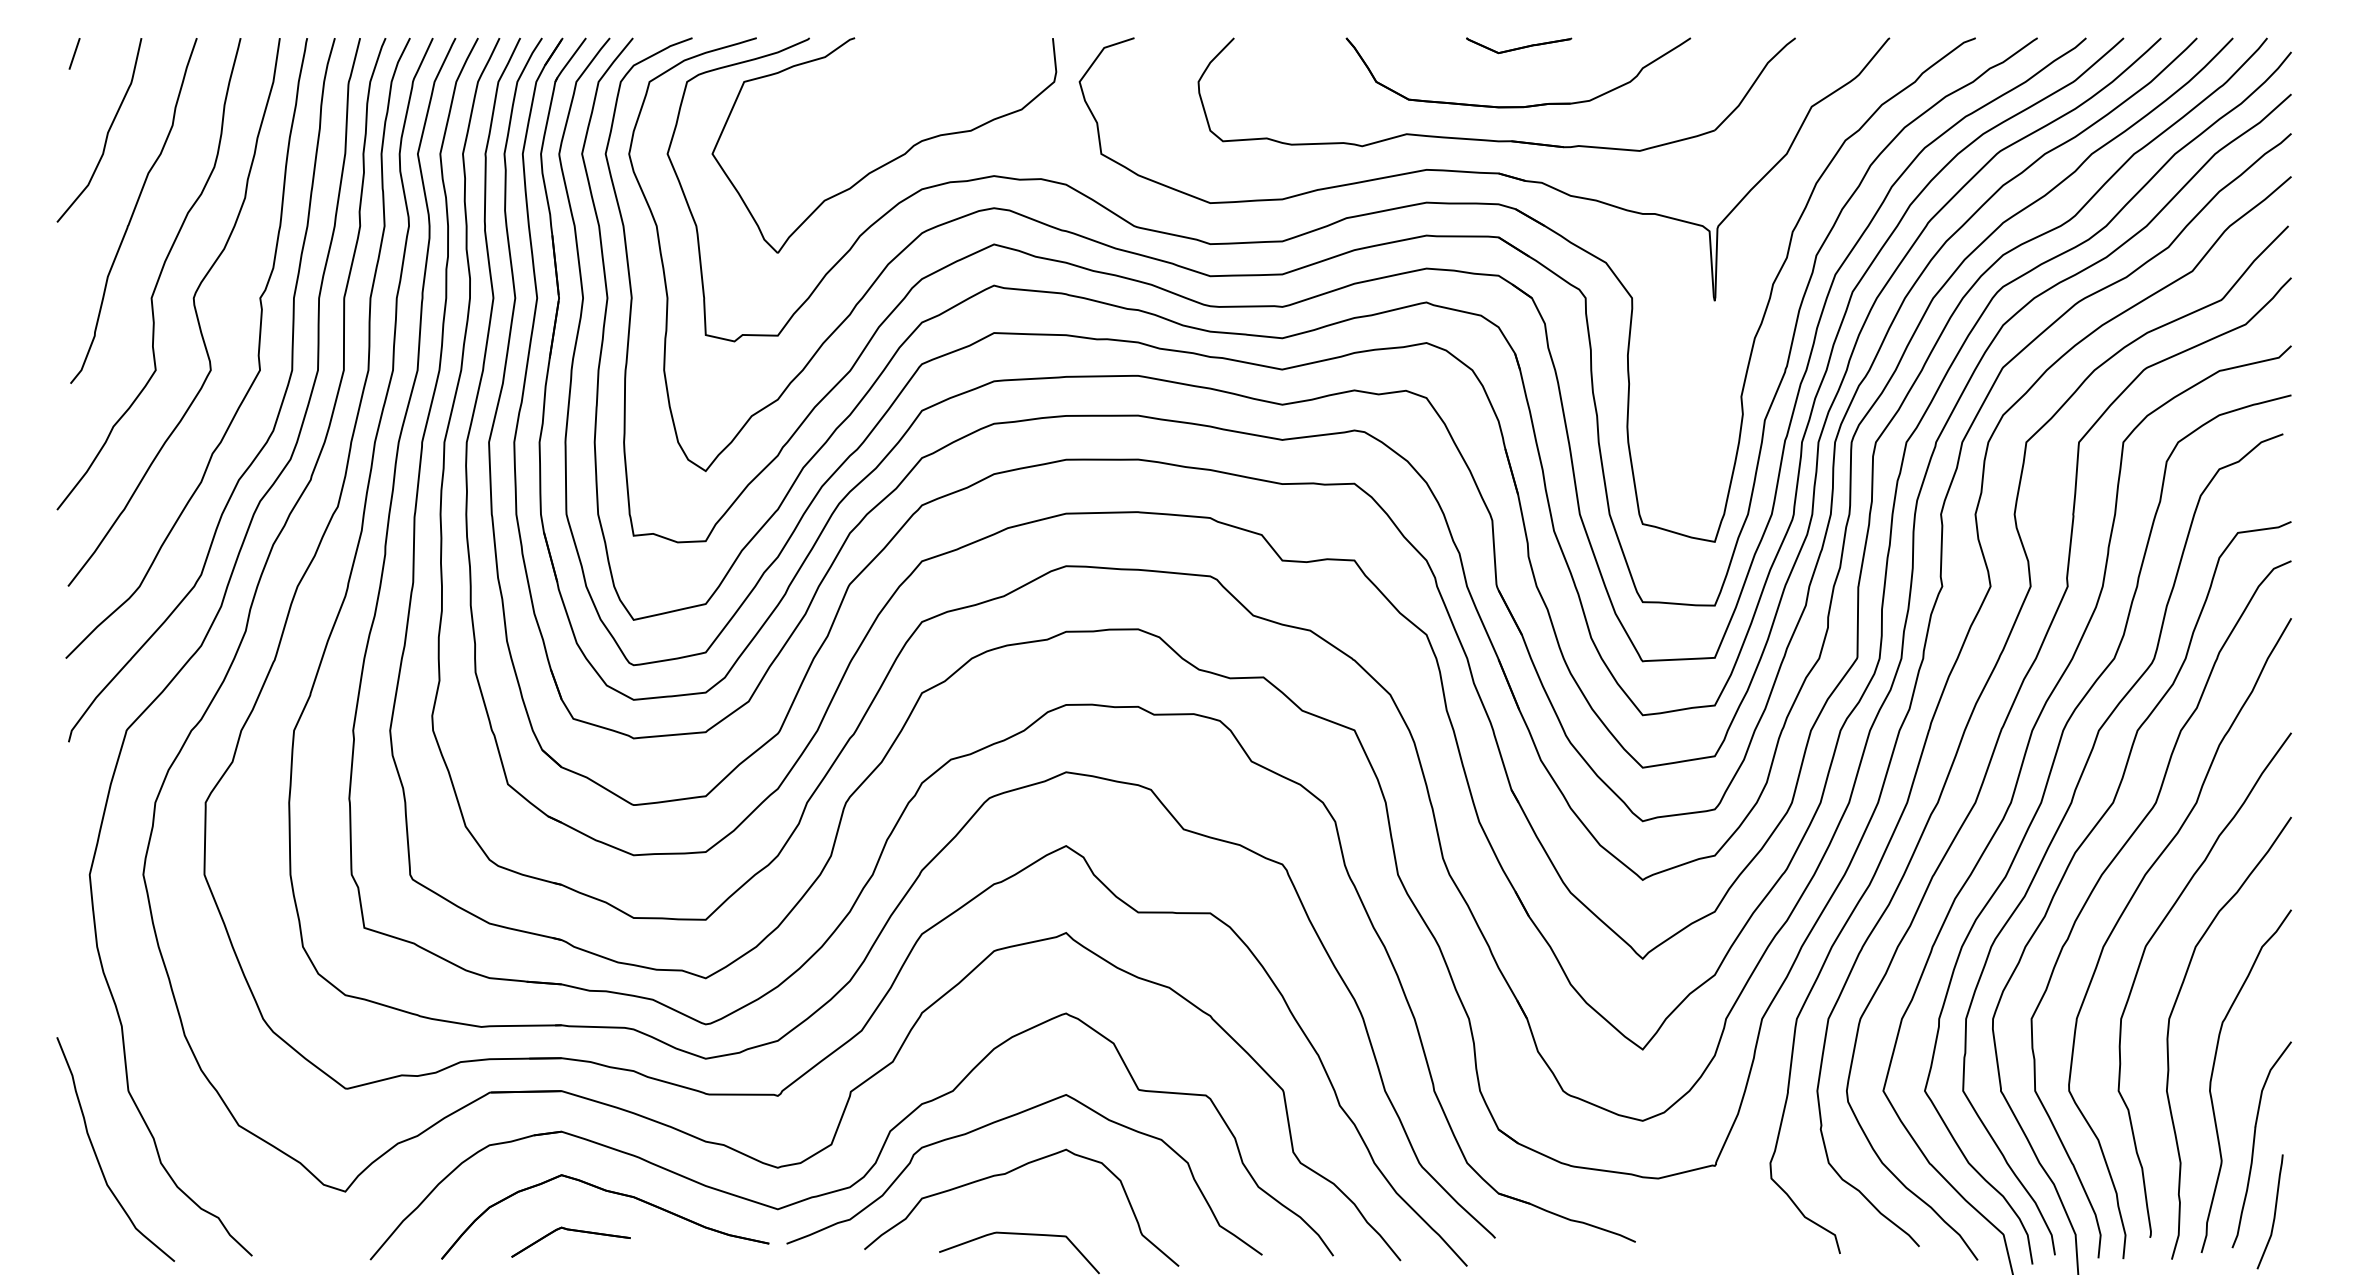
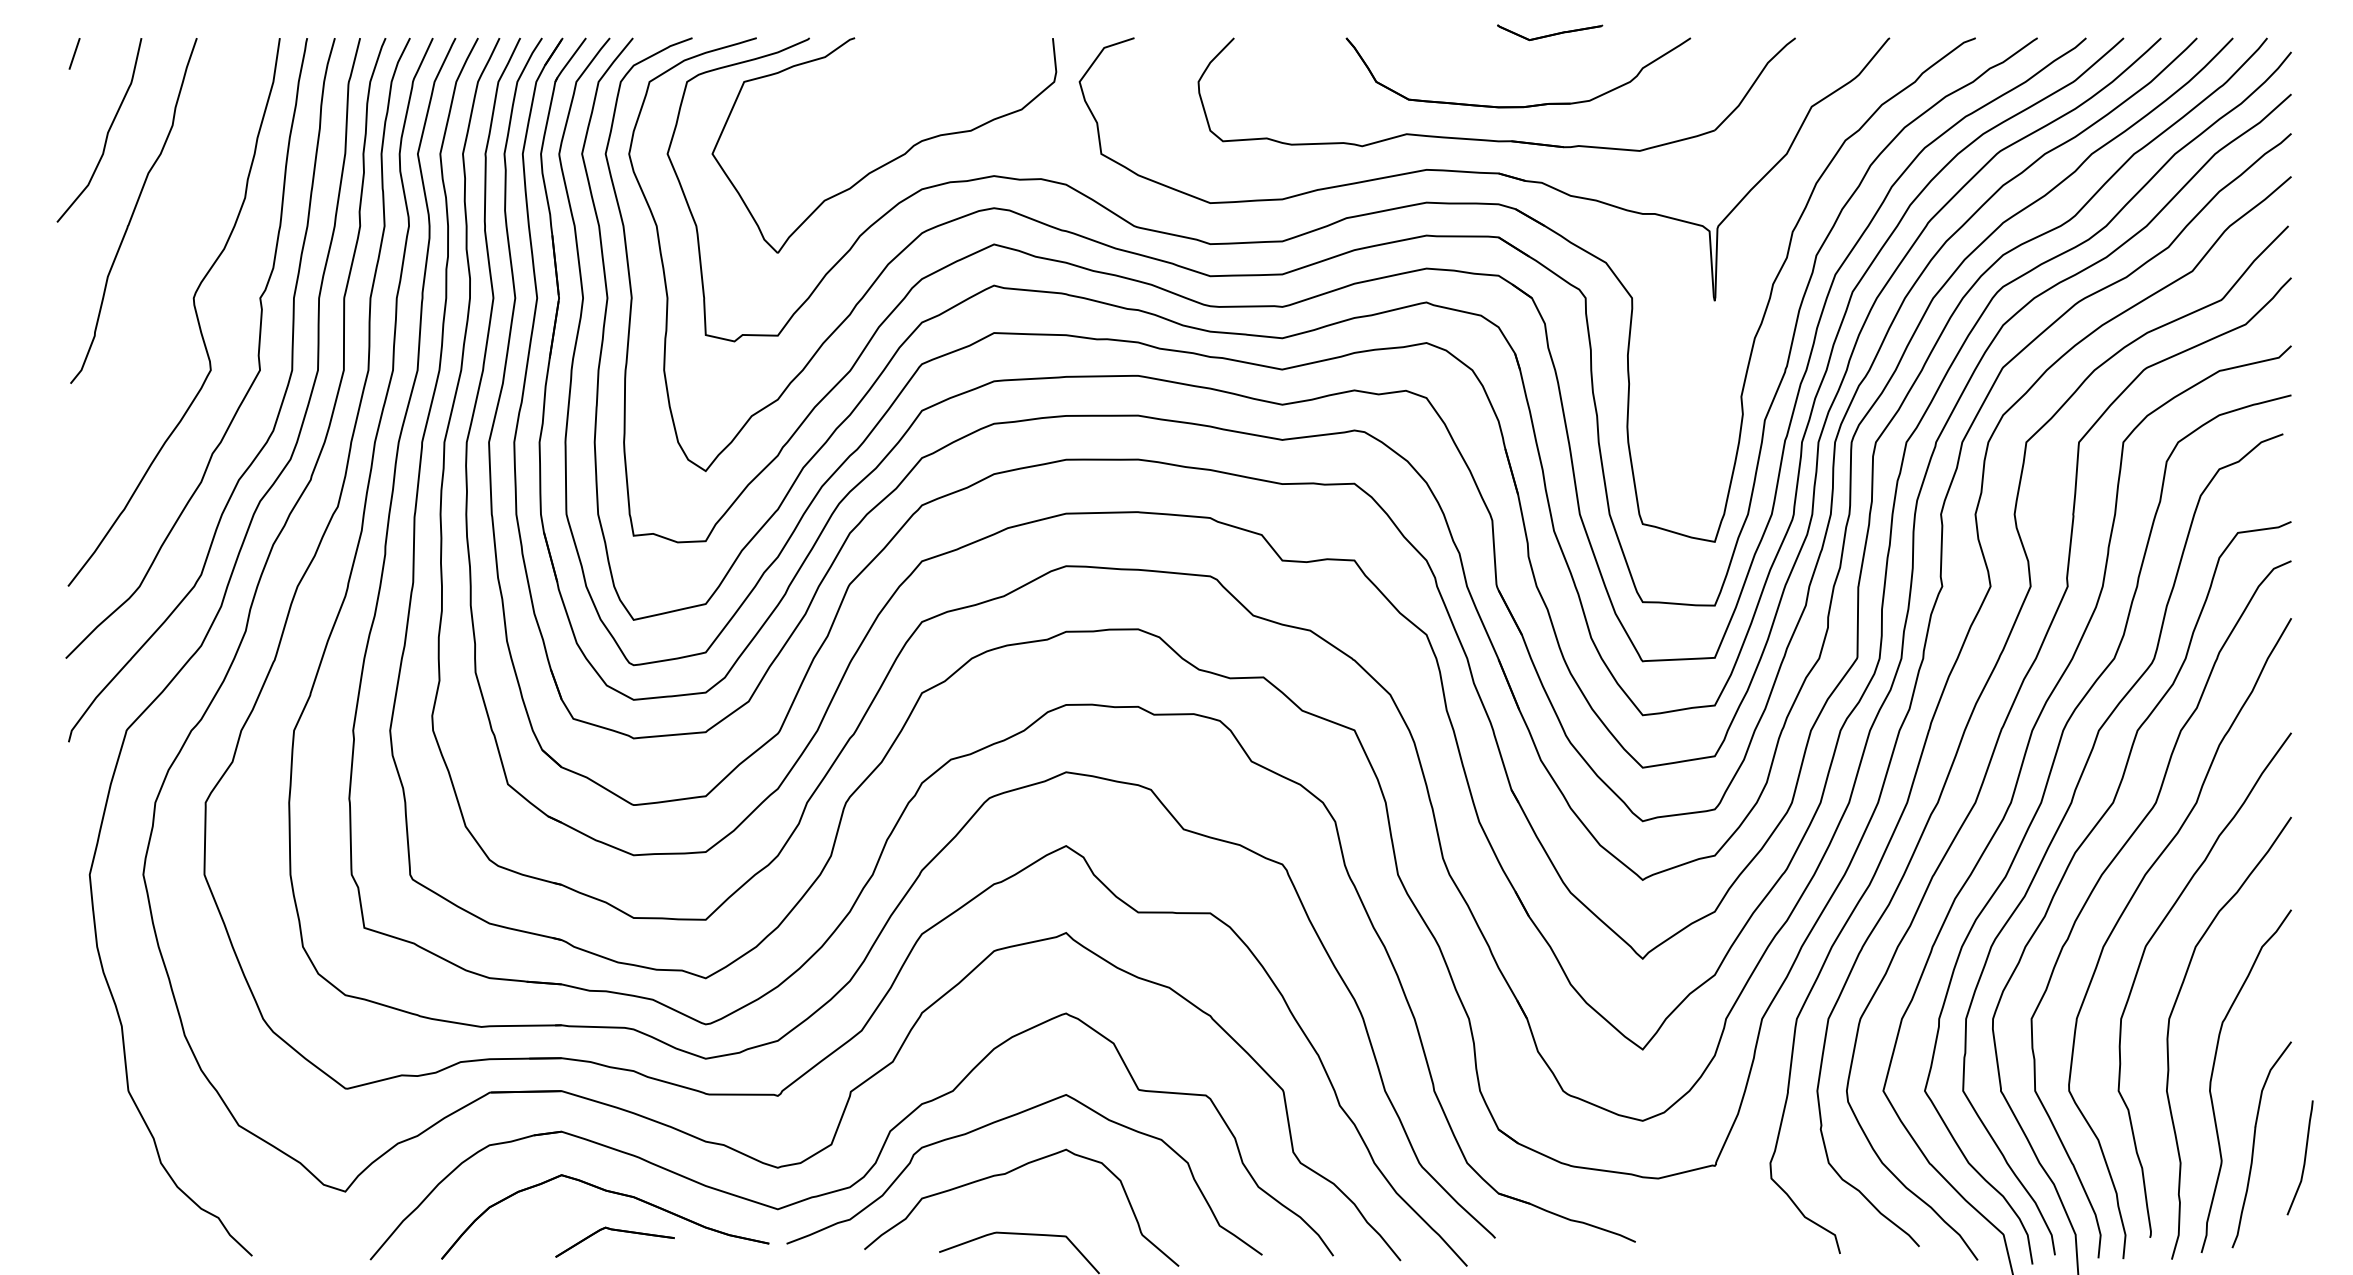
part at (1519, 45) position: (1519, 45) -> (1550, 32)
curve at (157, 278): present -> none
curve at (98, 1158): present -> none
curve at (2274, 1211) position: (2274, 1211) -> (2304, 1157)
part at (572, 1231) position: (572, 1231) -> (616, 1231)
